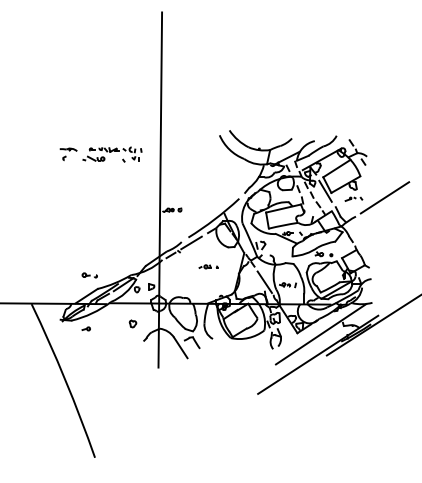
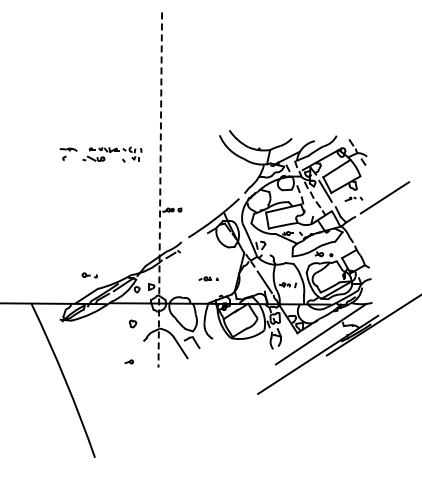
line at (160, 190): solid -> dashed
line at (191, 242): present -> none
part at (208, 266) position: (208, 266) -> (208, 278)
part at (85, 328) position: (85, 328) -> (128, 361)
